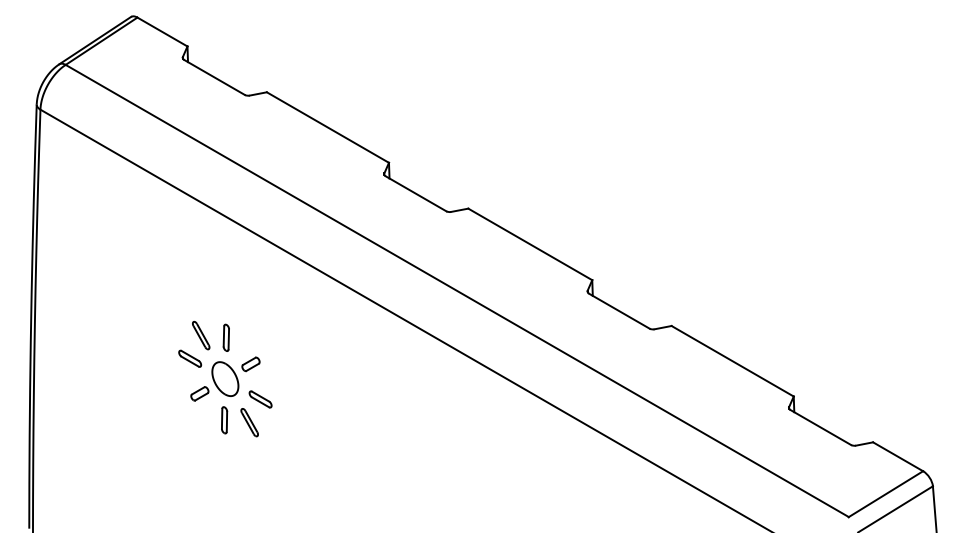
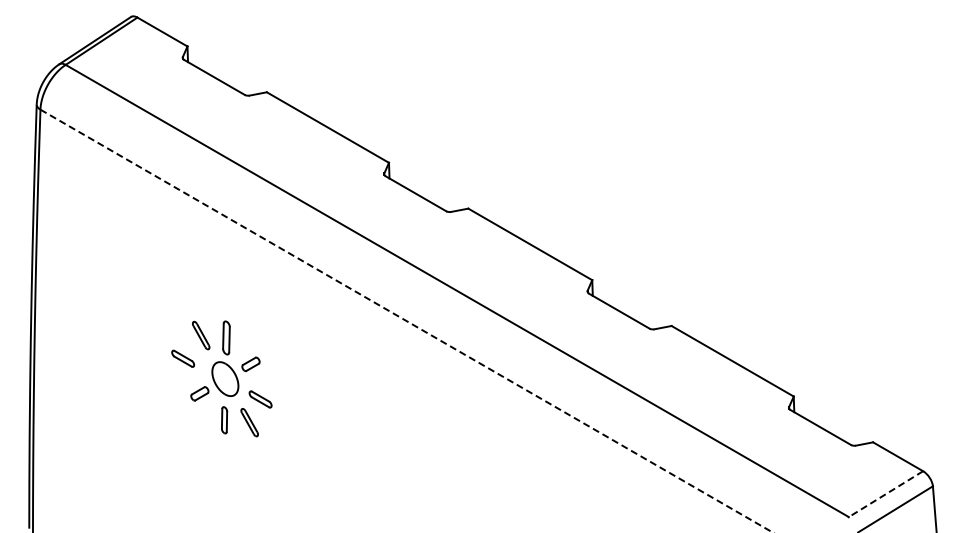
line at (406, 321): solid -> dashed
part at (225, 337) size: 8x29 px -> 9x36 px
part at (190, 358) position: (190, 358) -> (183, 358)
line at (885, 494): solid -> dashed
